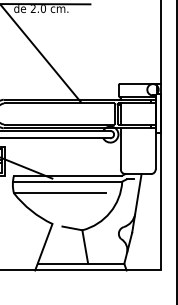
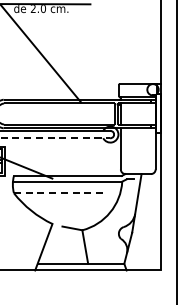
line at (55, 138): solid -> dashed
line at (59, 193): solid -> dashed
